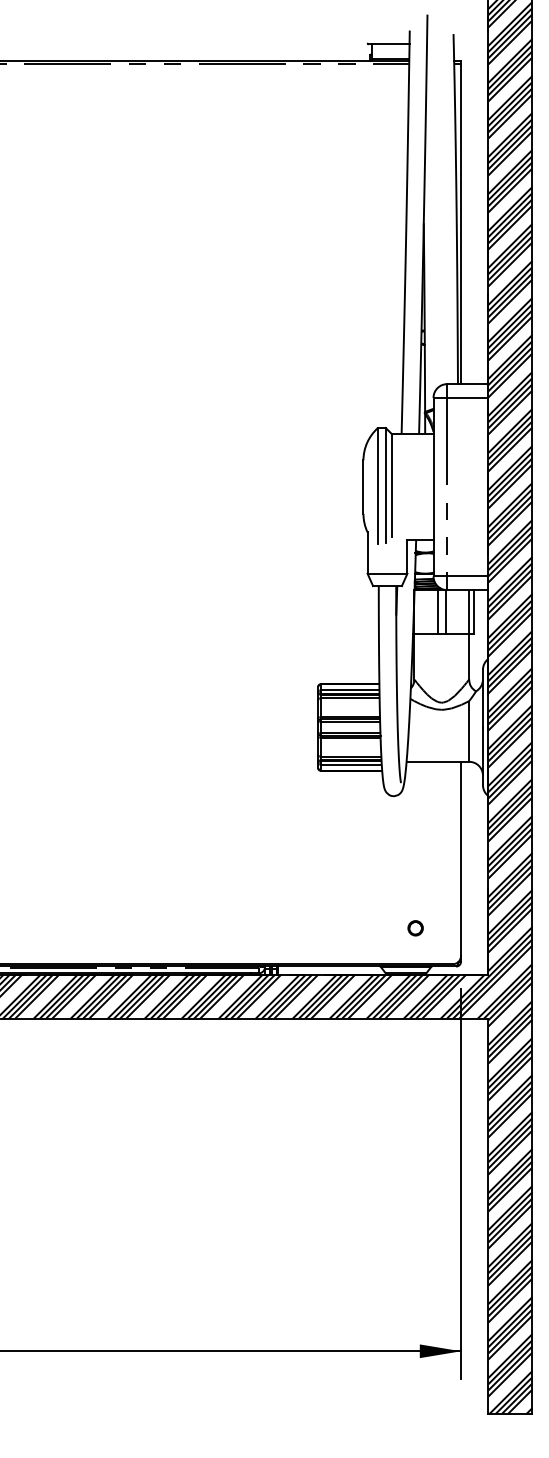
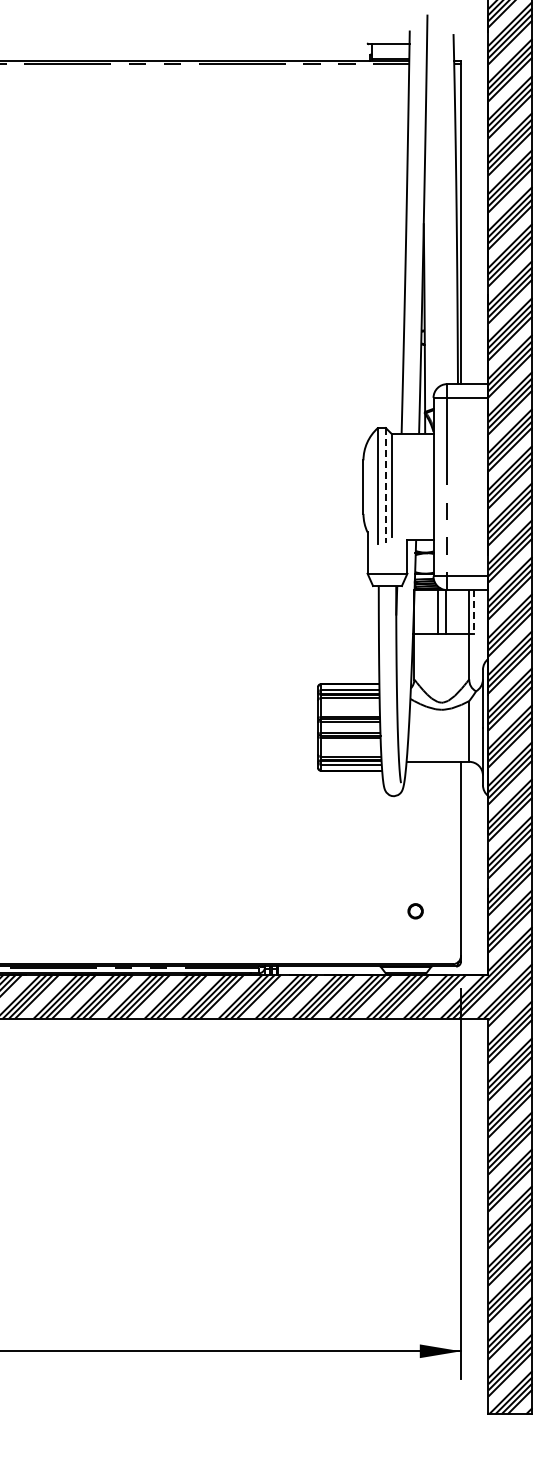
line at (385, 485): solid -> dashed
line at (473, 612): solid -> dashed
circle at (415, 928) position: (415, 928) -> (415, 911)
